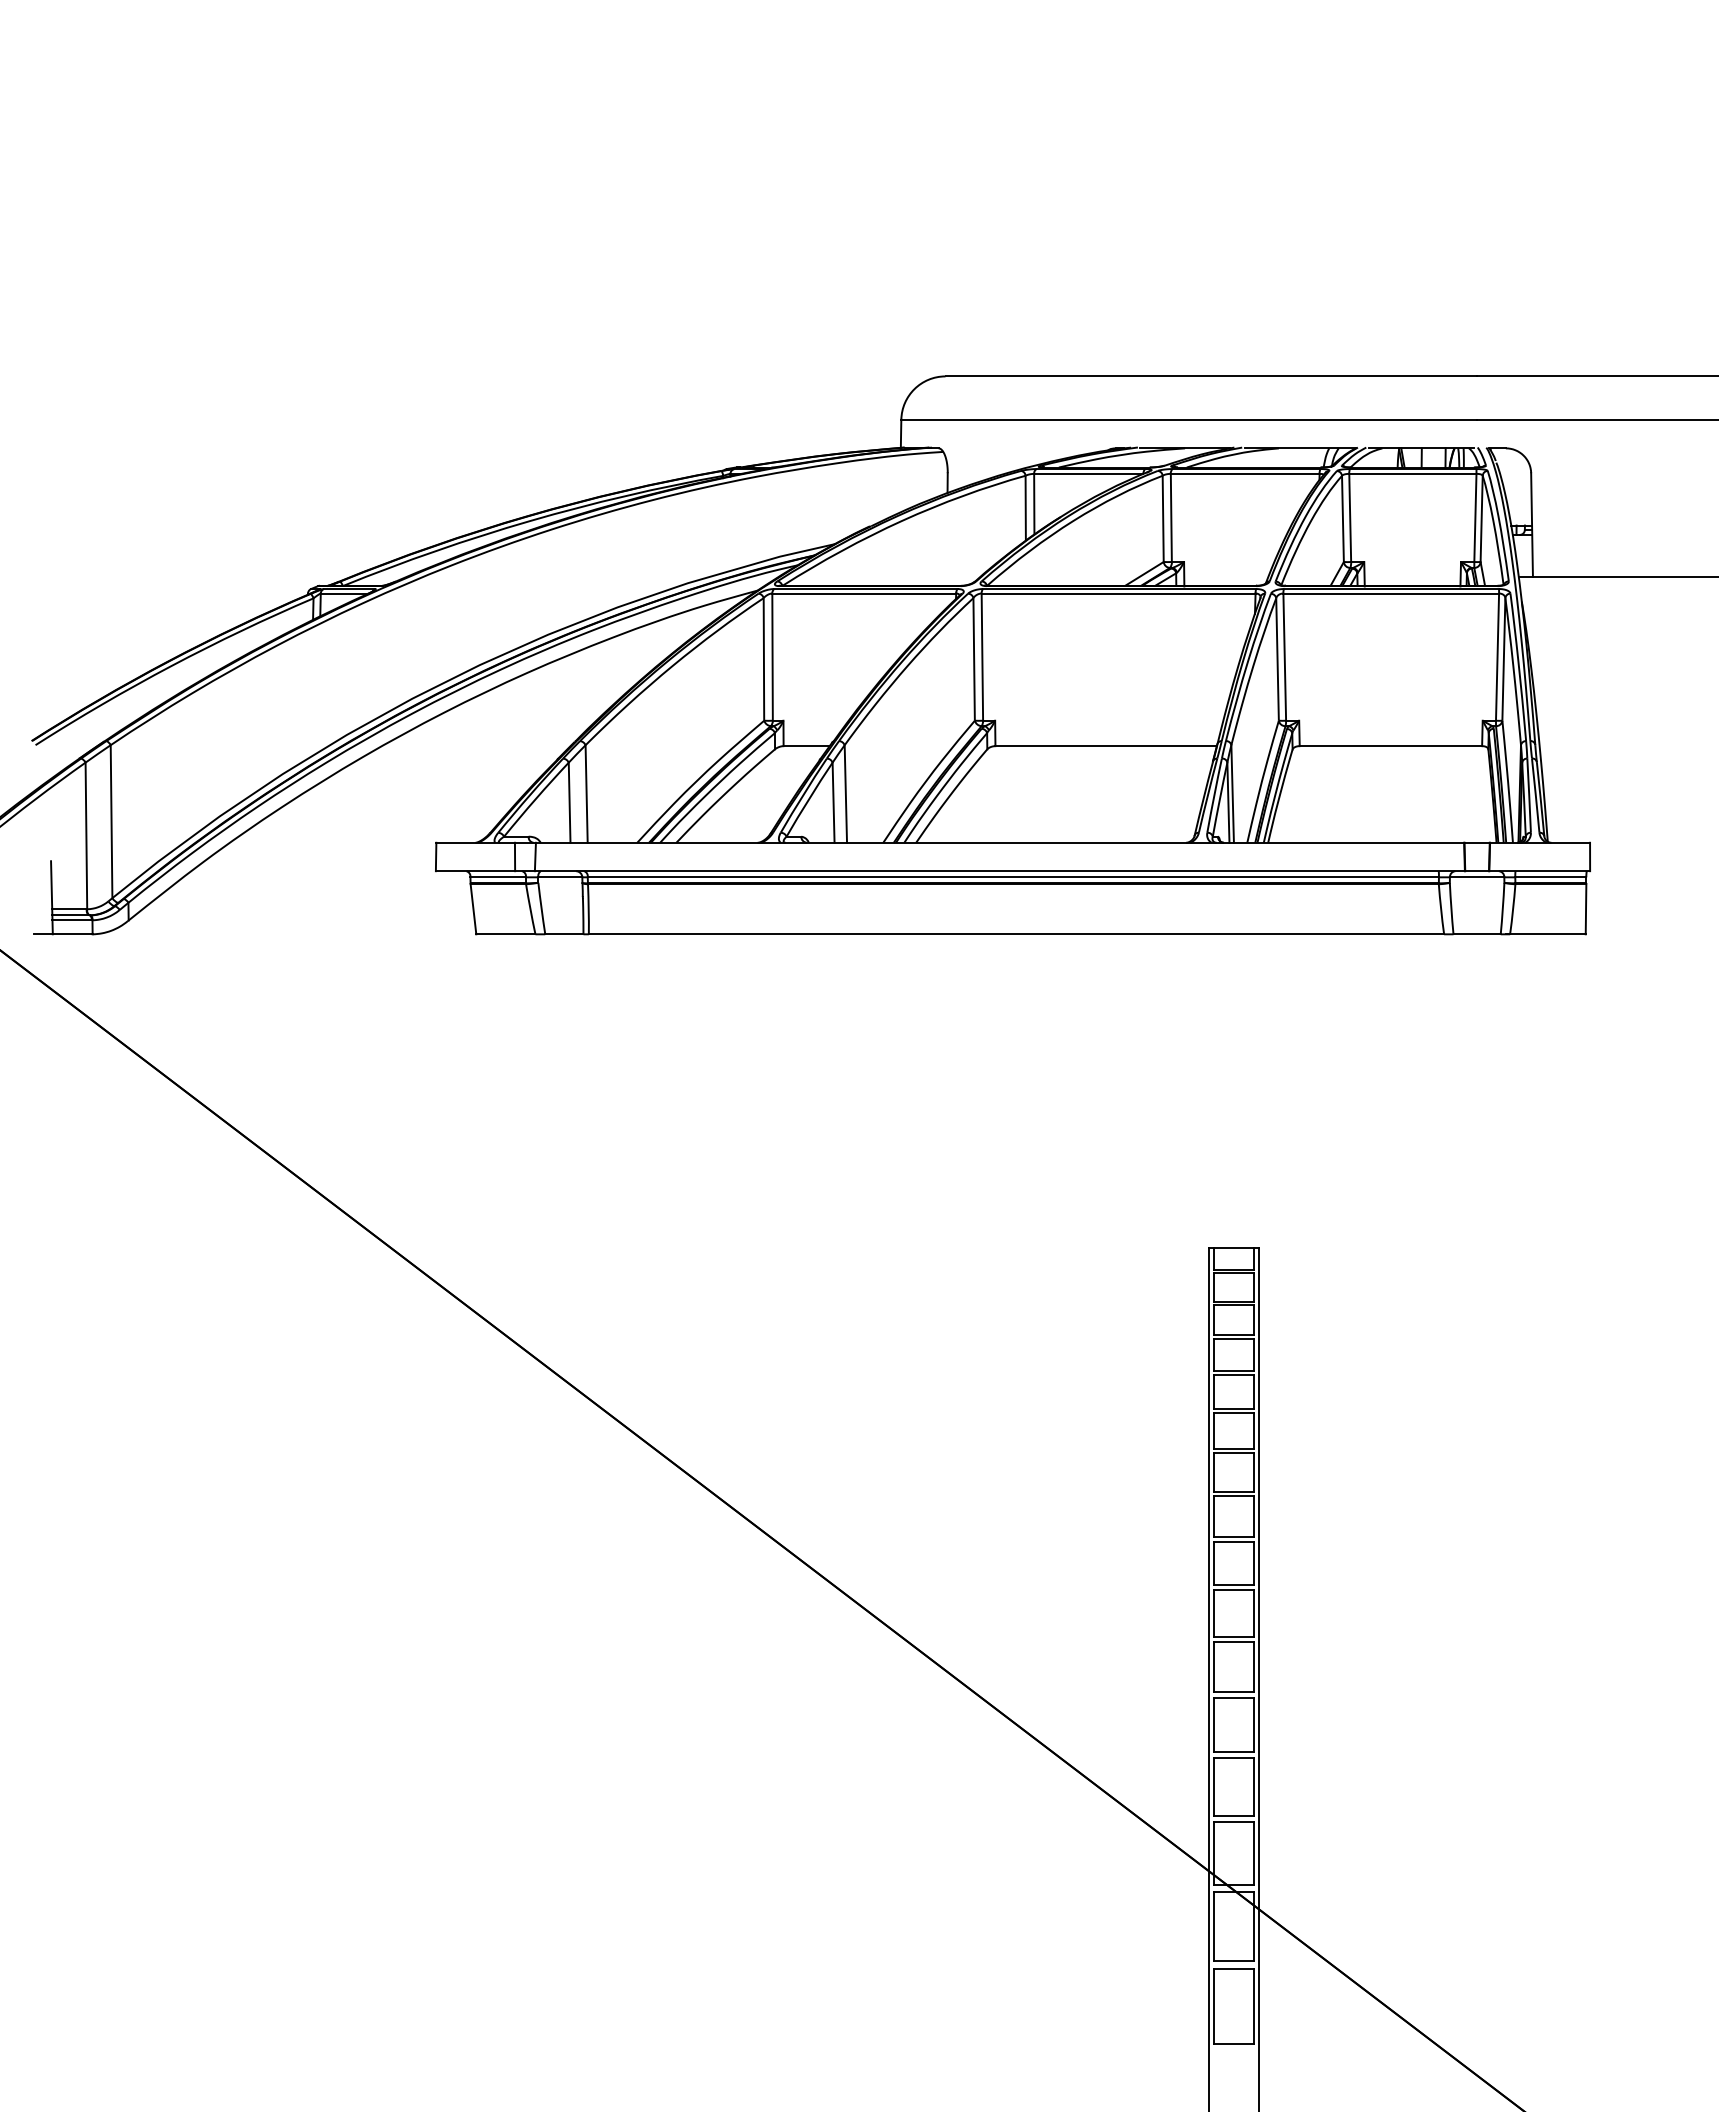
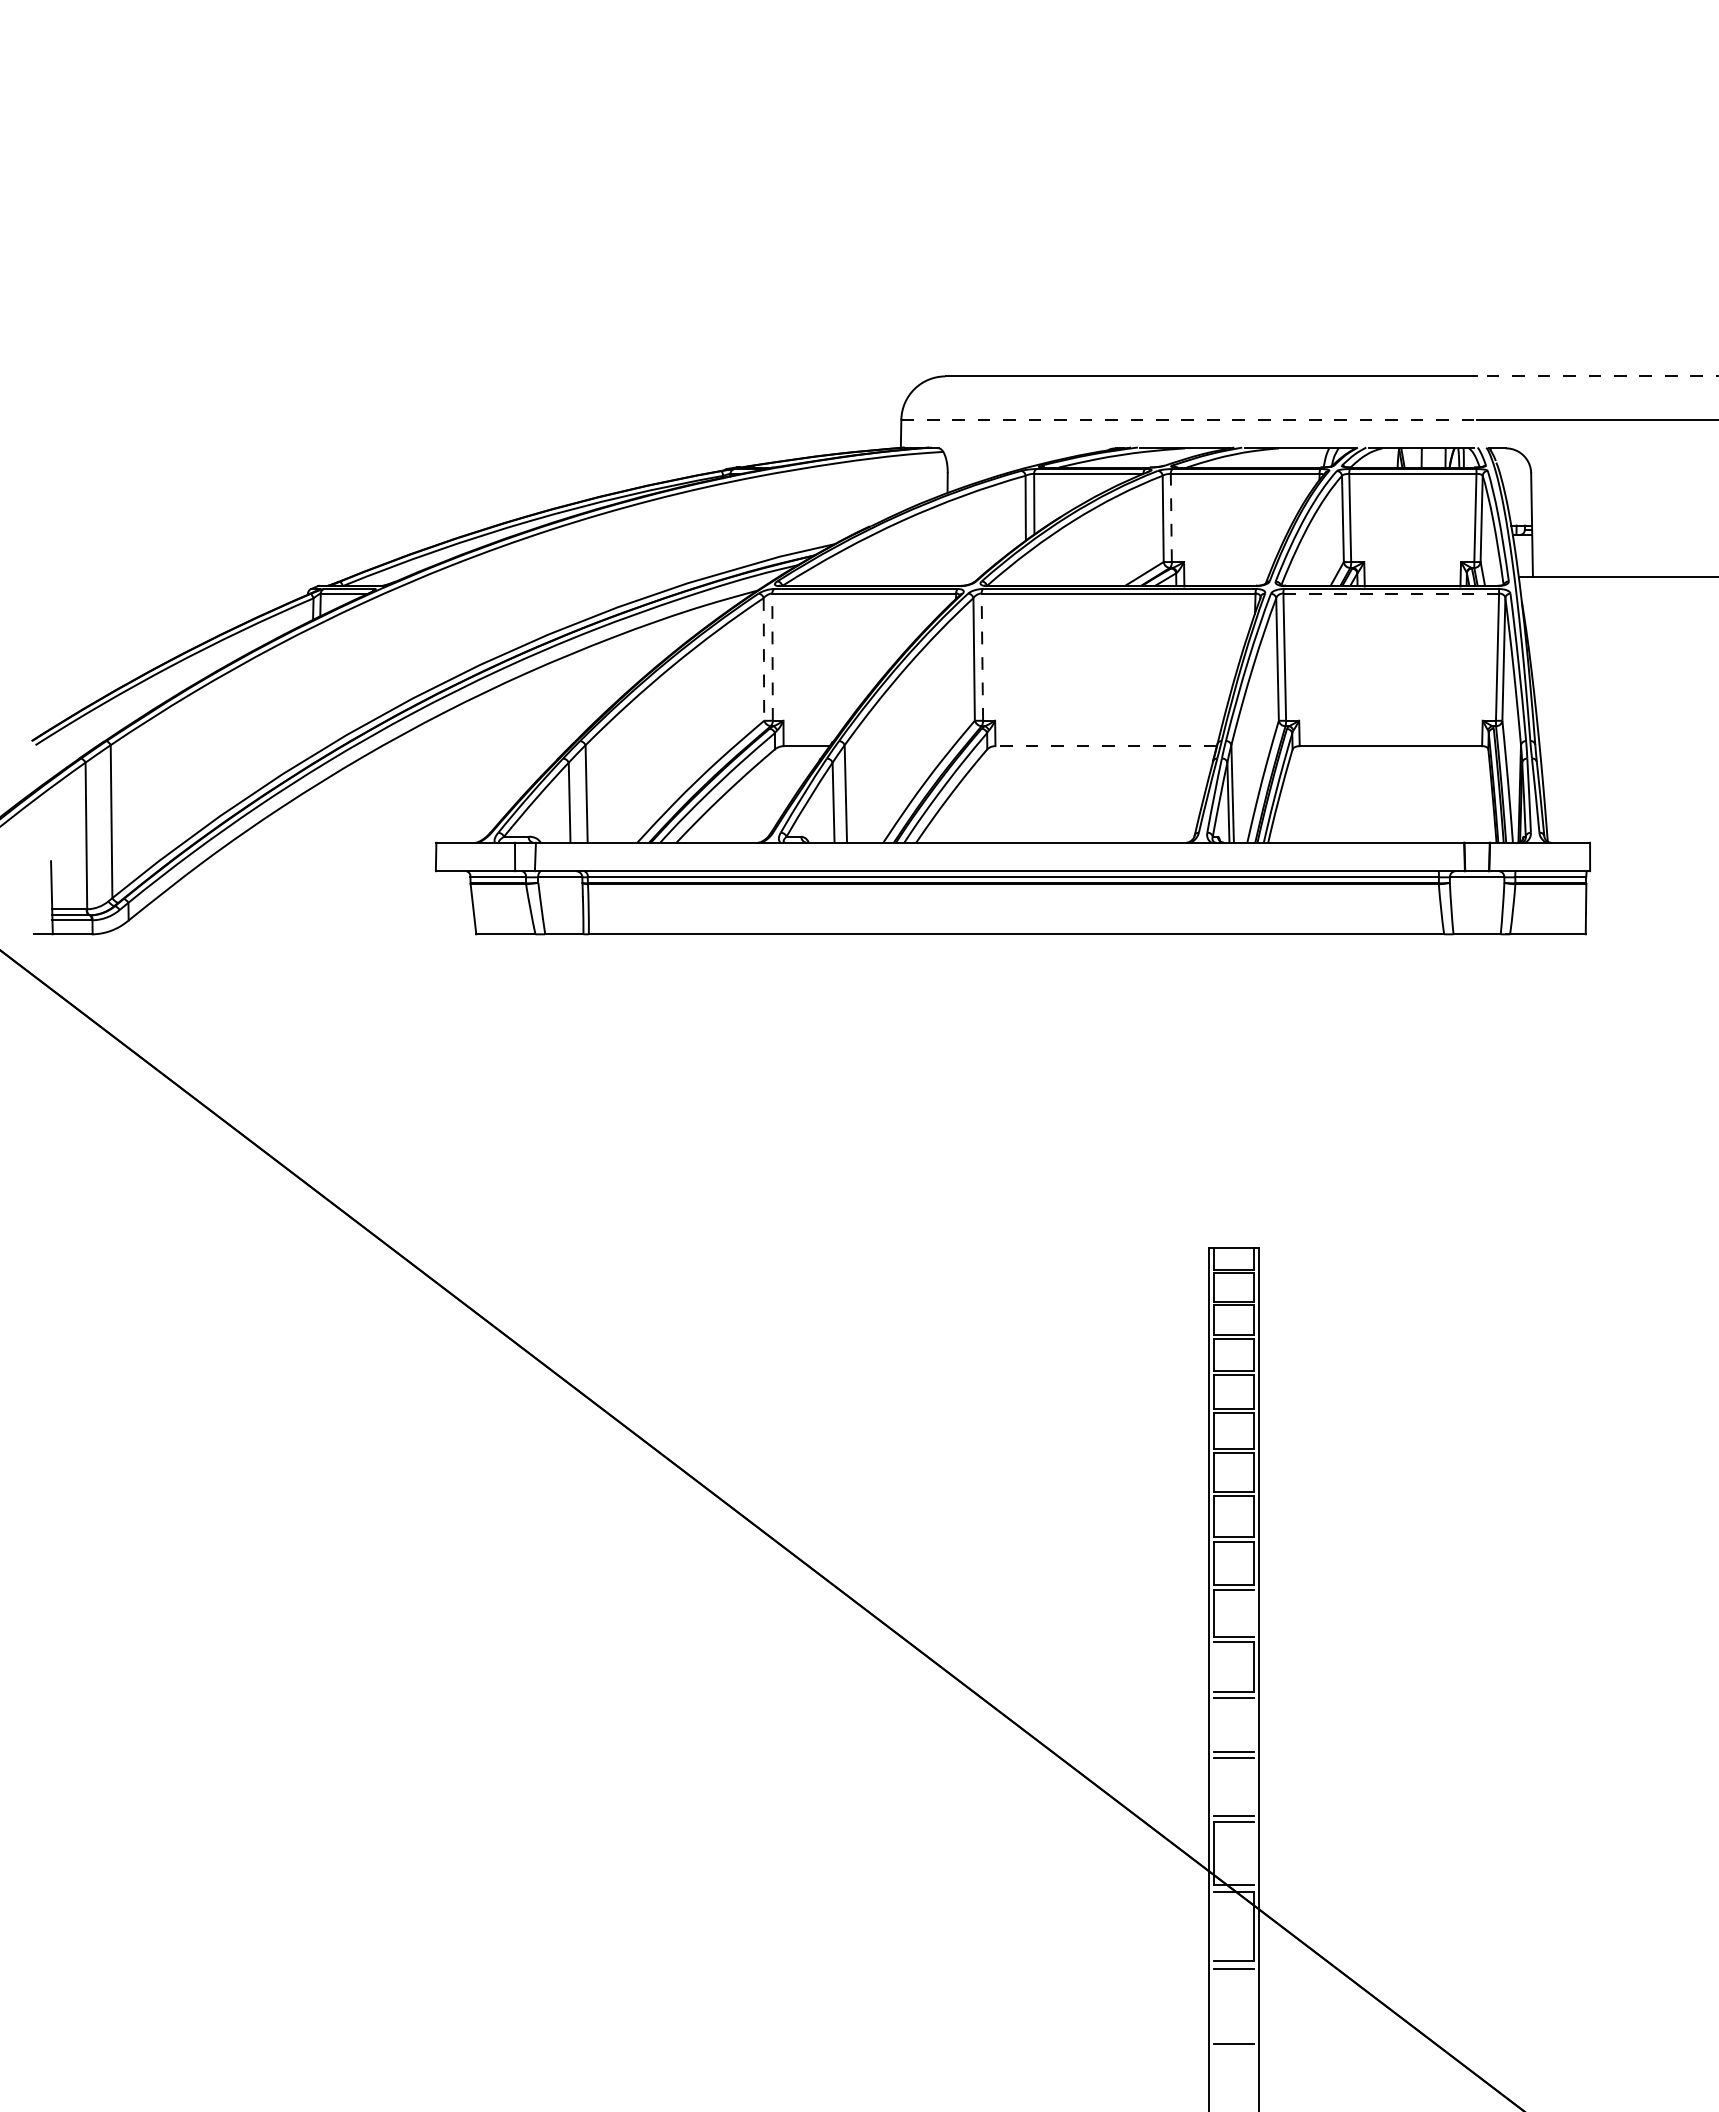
line at (1598, 376): solid -> dashed
line at (1189, 419): solid -> dashed
line at (1171, 518): solid -> dashed
line at (1391, 593): solid -> dashed
line at (772, 657): solid -> dashed
line at (982, 657): solid -> dashed
line at (763, 660): solid -> dashed
line at (1106, 746): solid -> dashed
line at (1253, 1613): present -> none
line at (1213, 1667): present -> none
line at (1213, 1724): present -> none
line at (1253, 1724): present -> none
line at (1213, 1786): present -> none
line at (1253, 1786): present -> none
line at (1253, 1853): present -> none
line at (1213, 1926): present -> none
line at (1213, 2006): present -> none
line at (1253, 2006): present -> none
